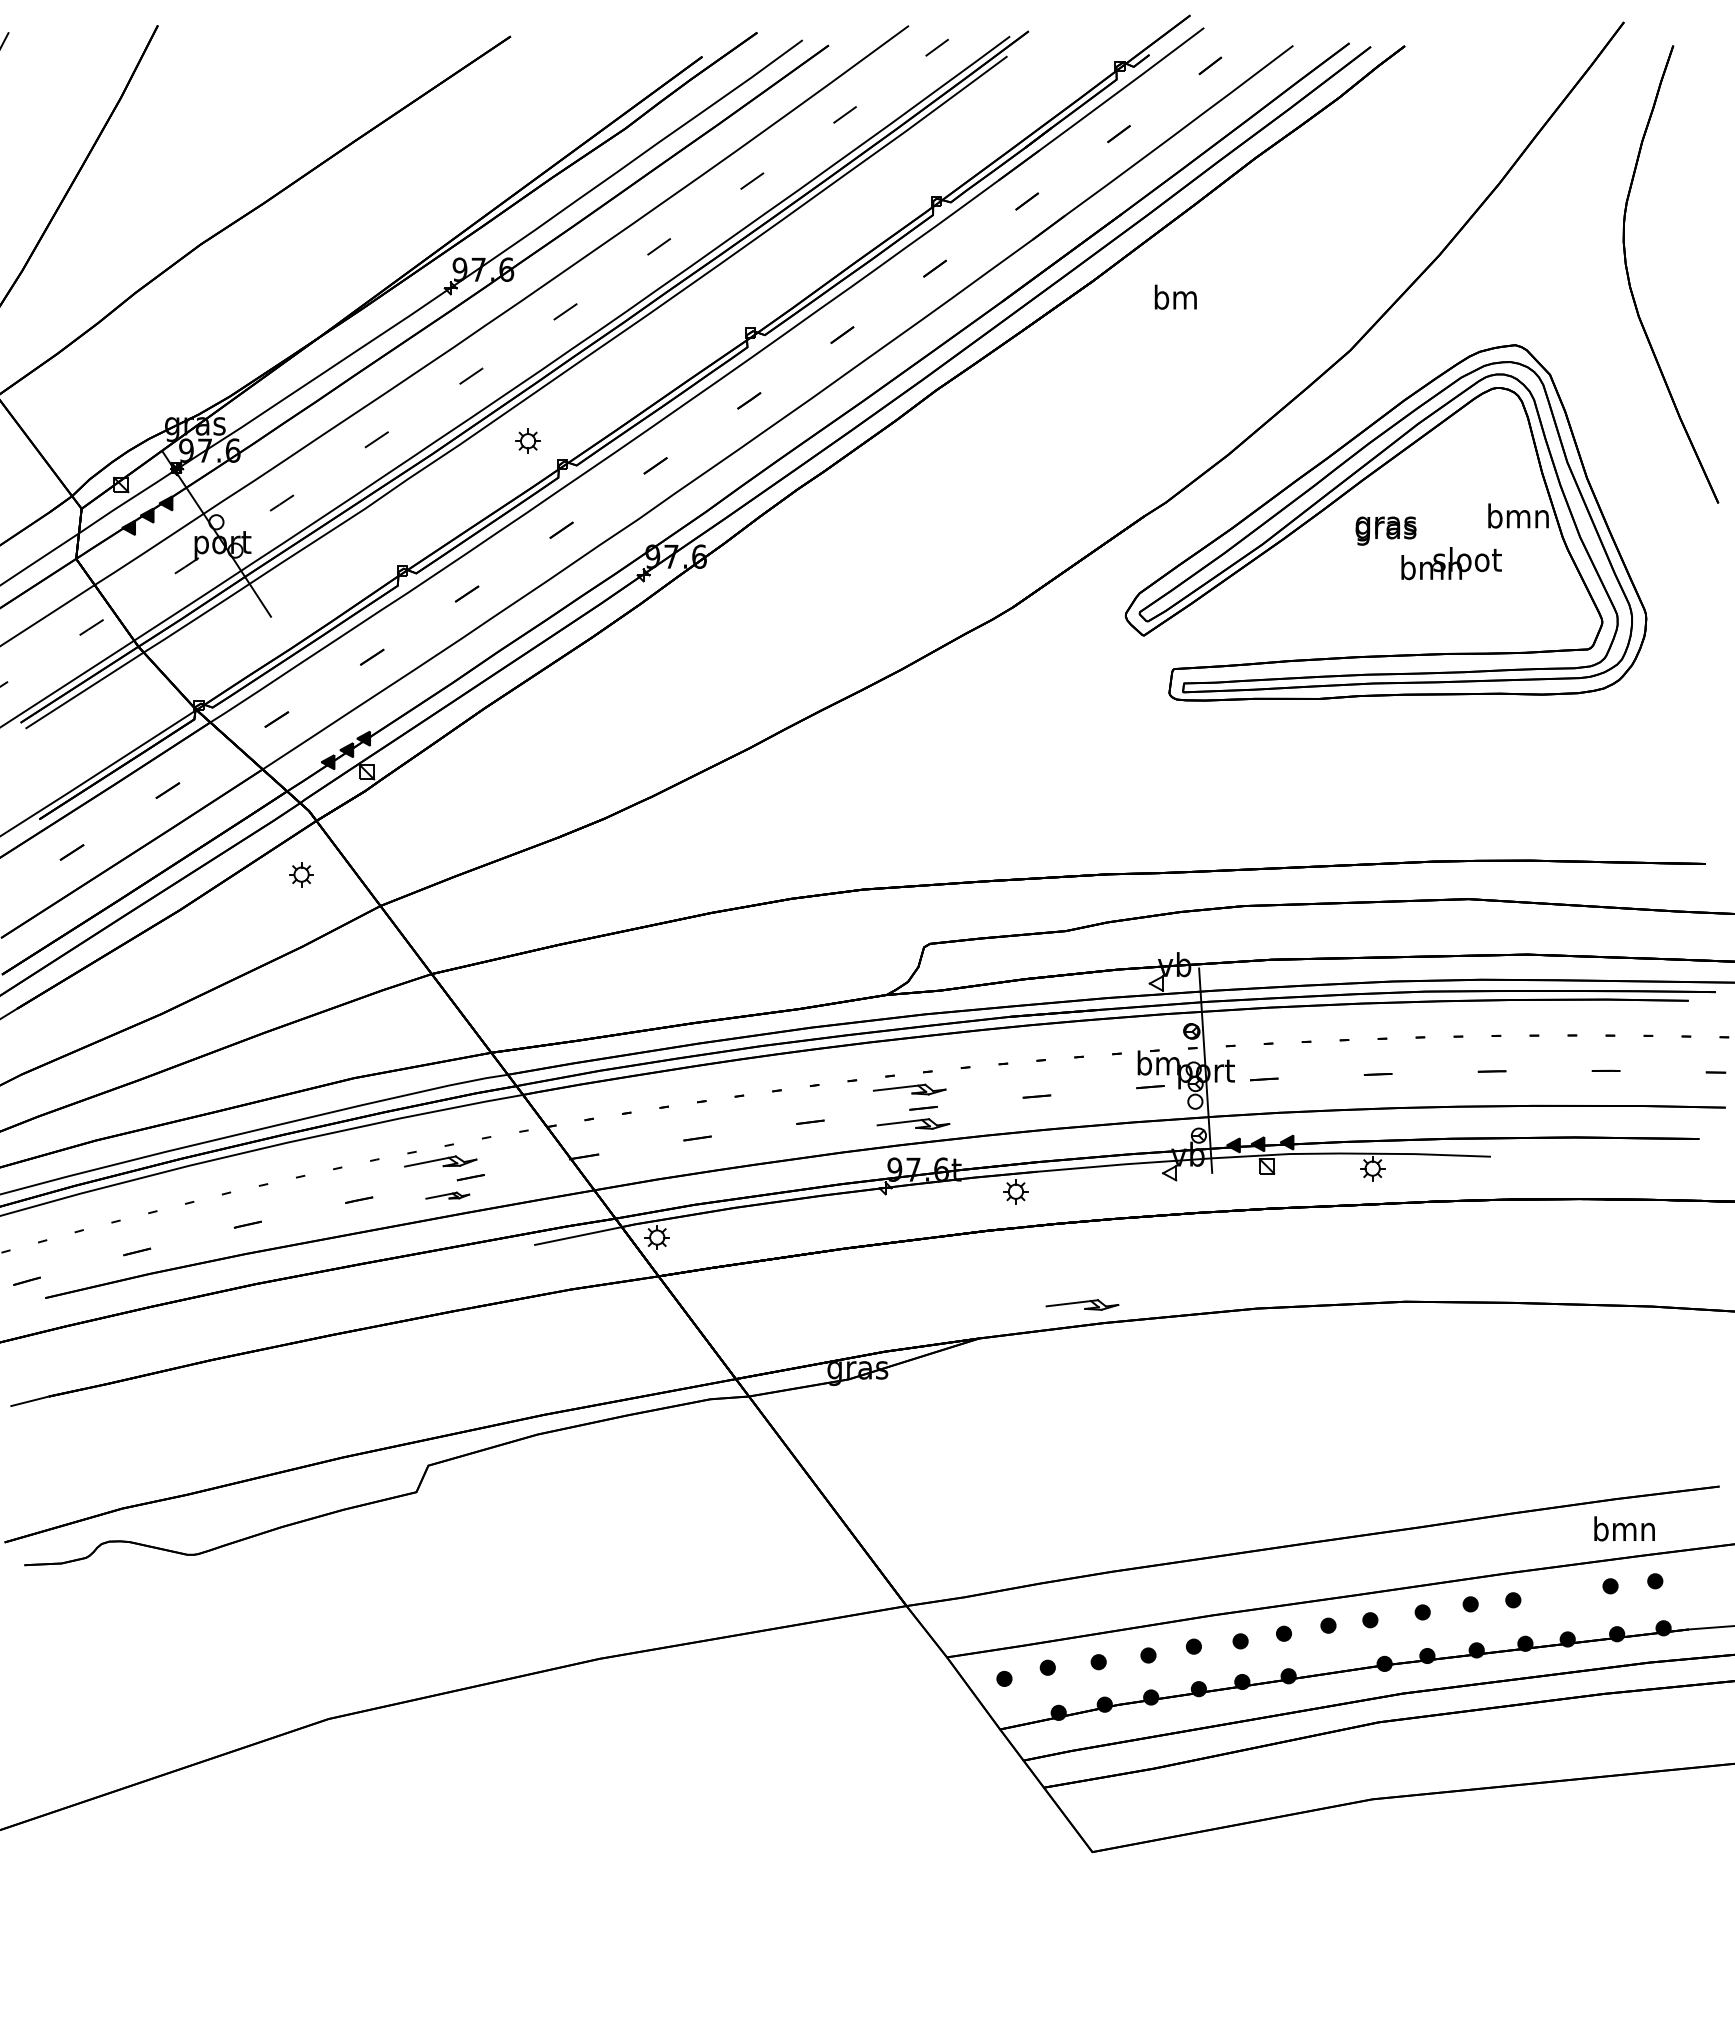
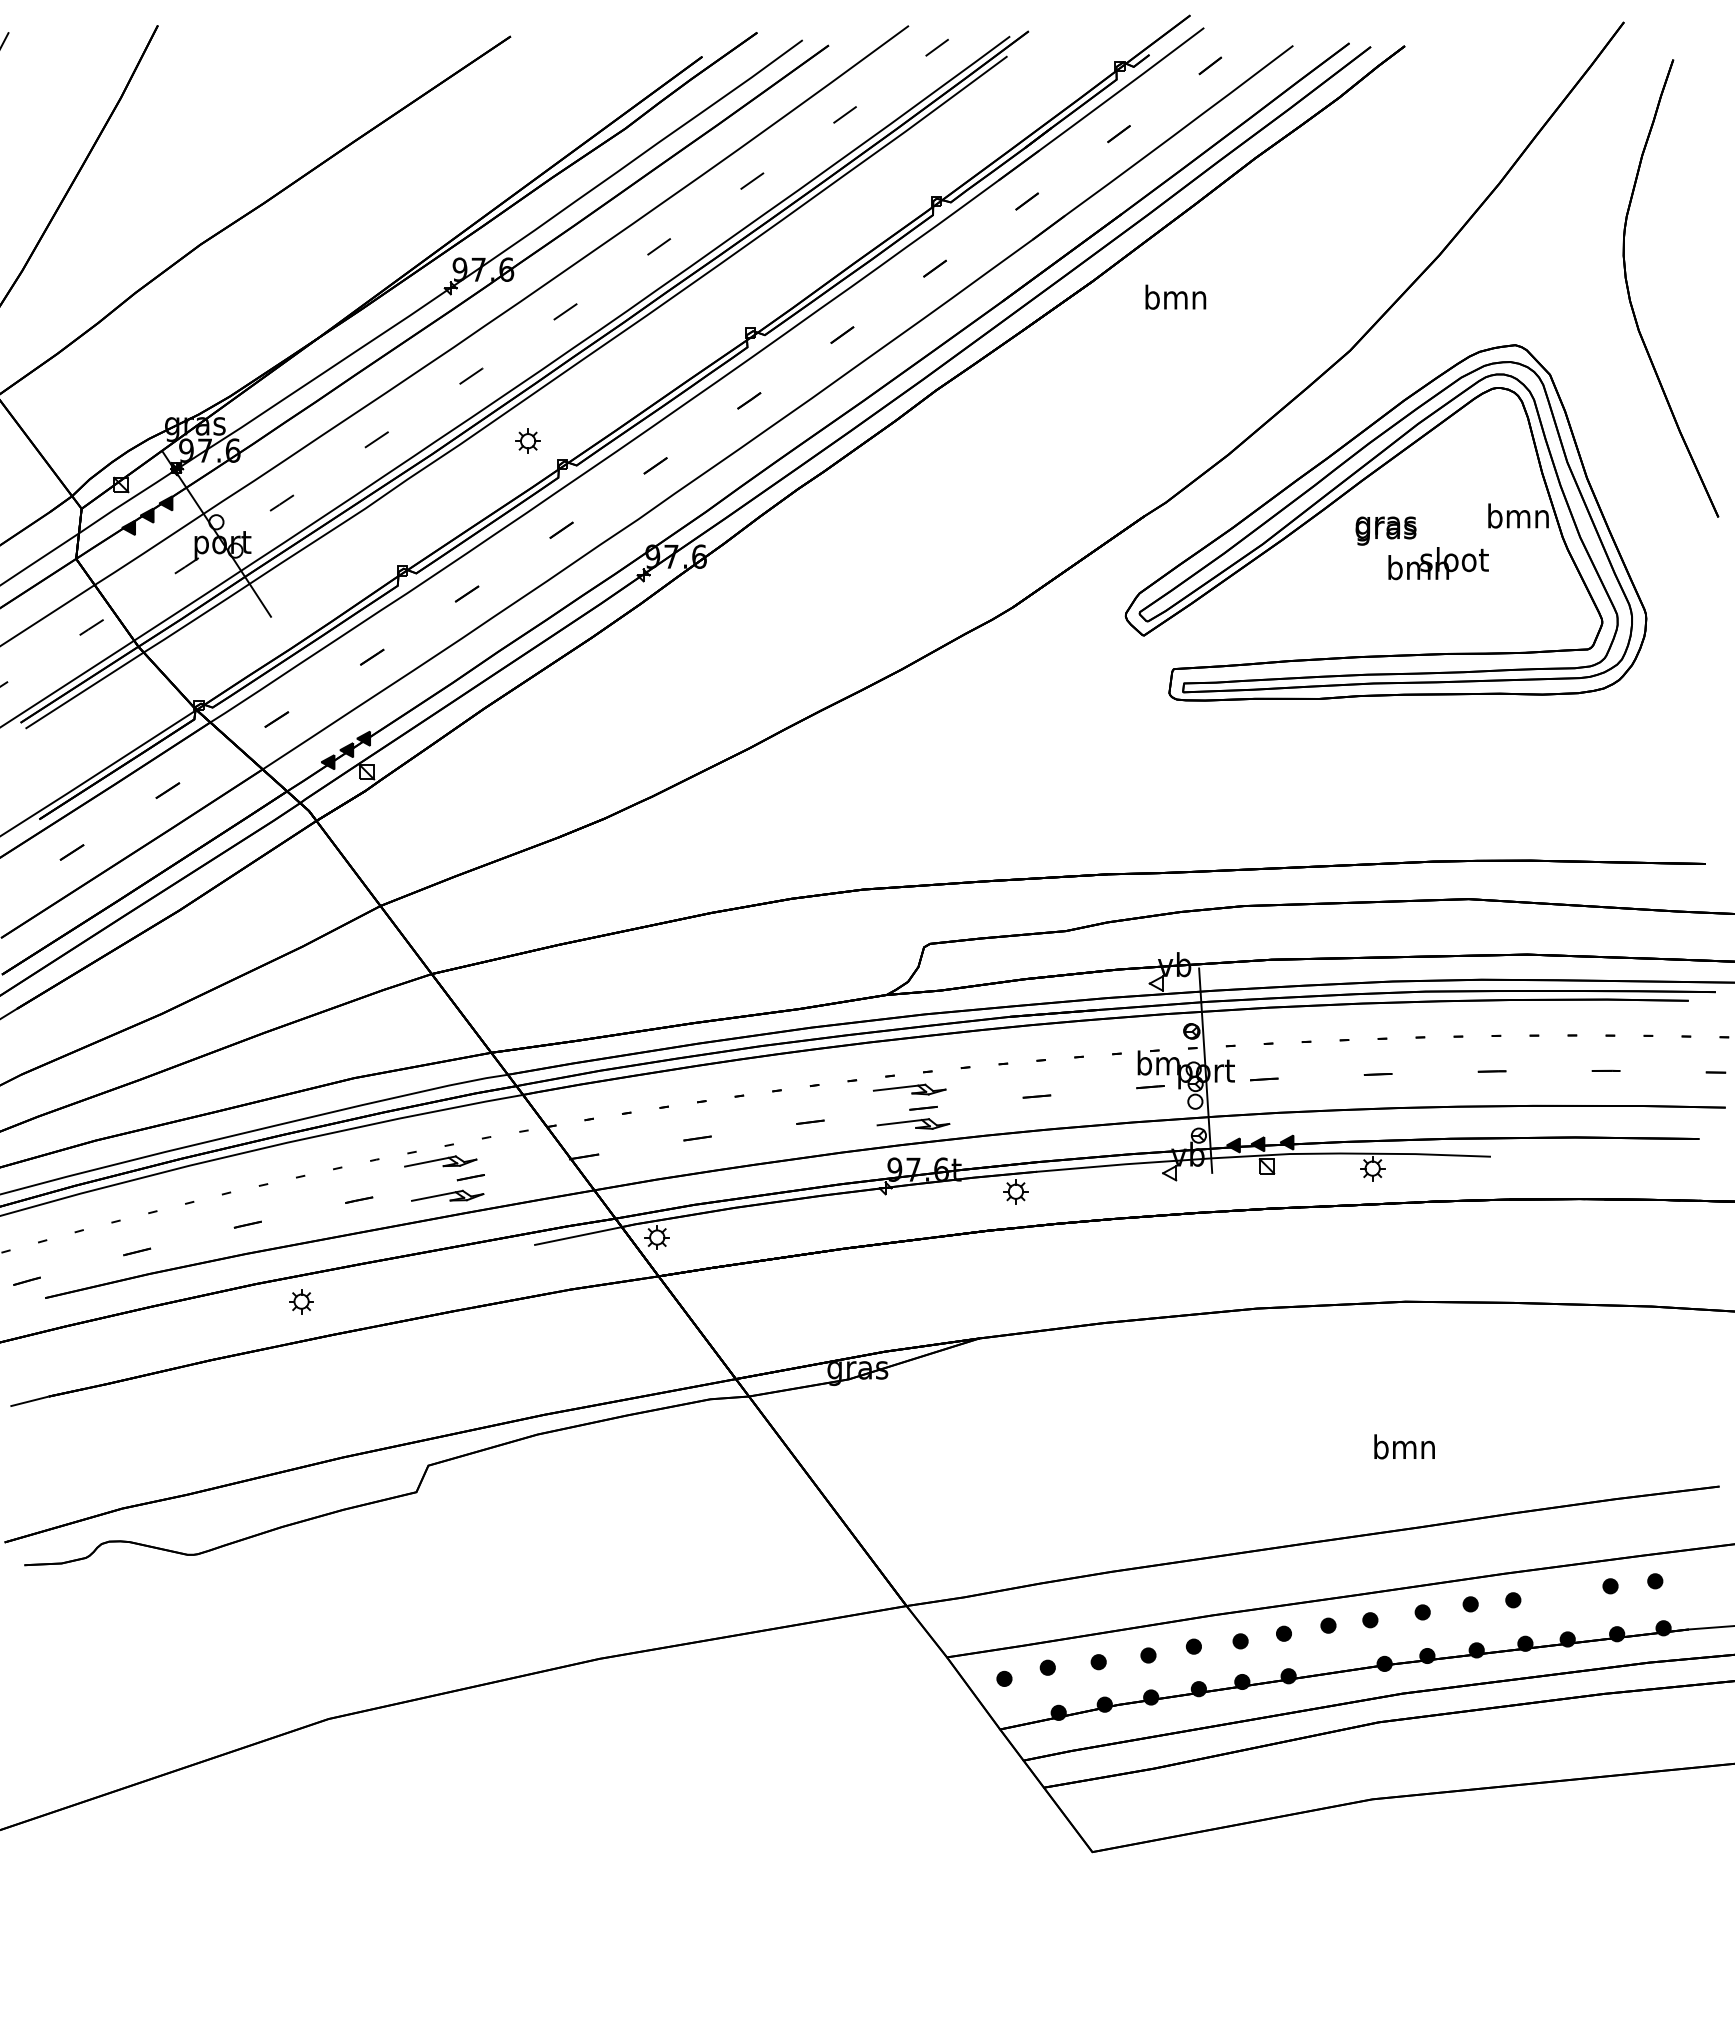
part at (1630, 282) position: (1630, 282) -> (1630, 296)
text at (1175, 296): bm -> bmn
text at (1451, 563) position: (1451, 563) -> (1438, 563)
part at (301, 874) position: (301, 874) -> (301, 1301)
part at (447, 1195) size: 46x9 px -> 74x13 px
part at (1082, 1304): present -> none
text at (1624, 1528) position: (1624, 1528) -> (1404, 1446)
